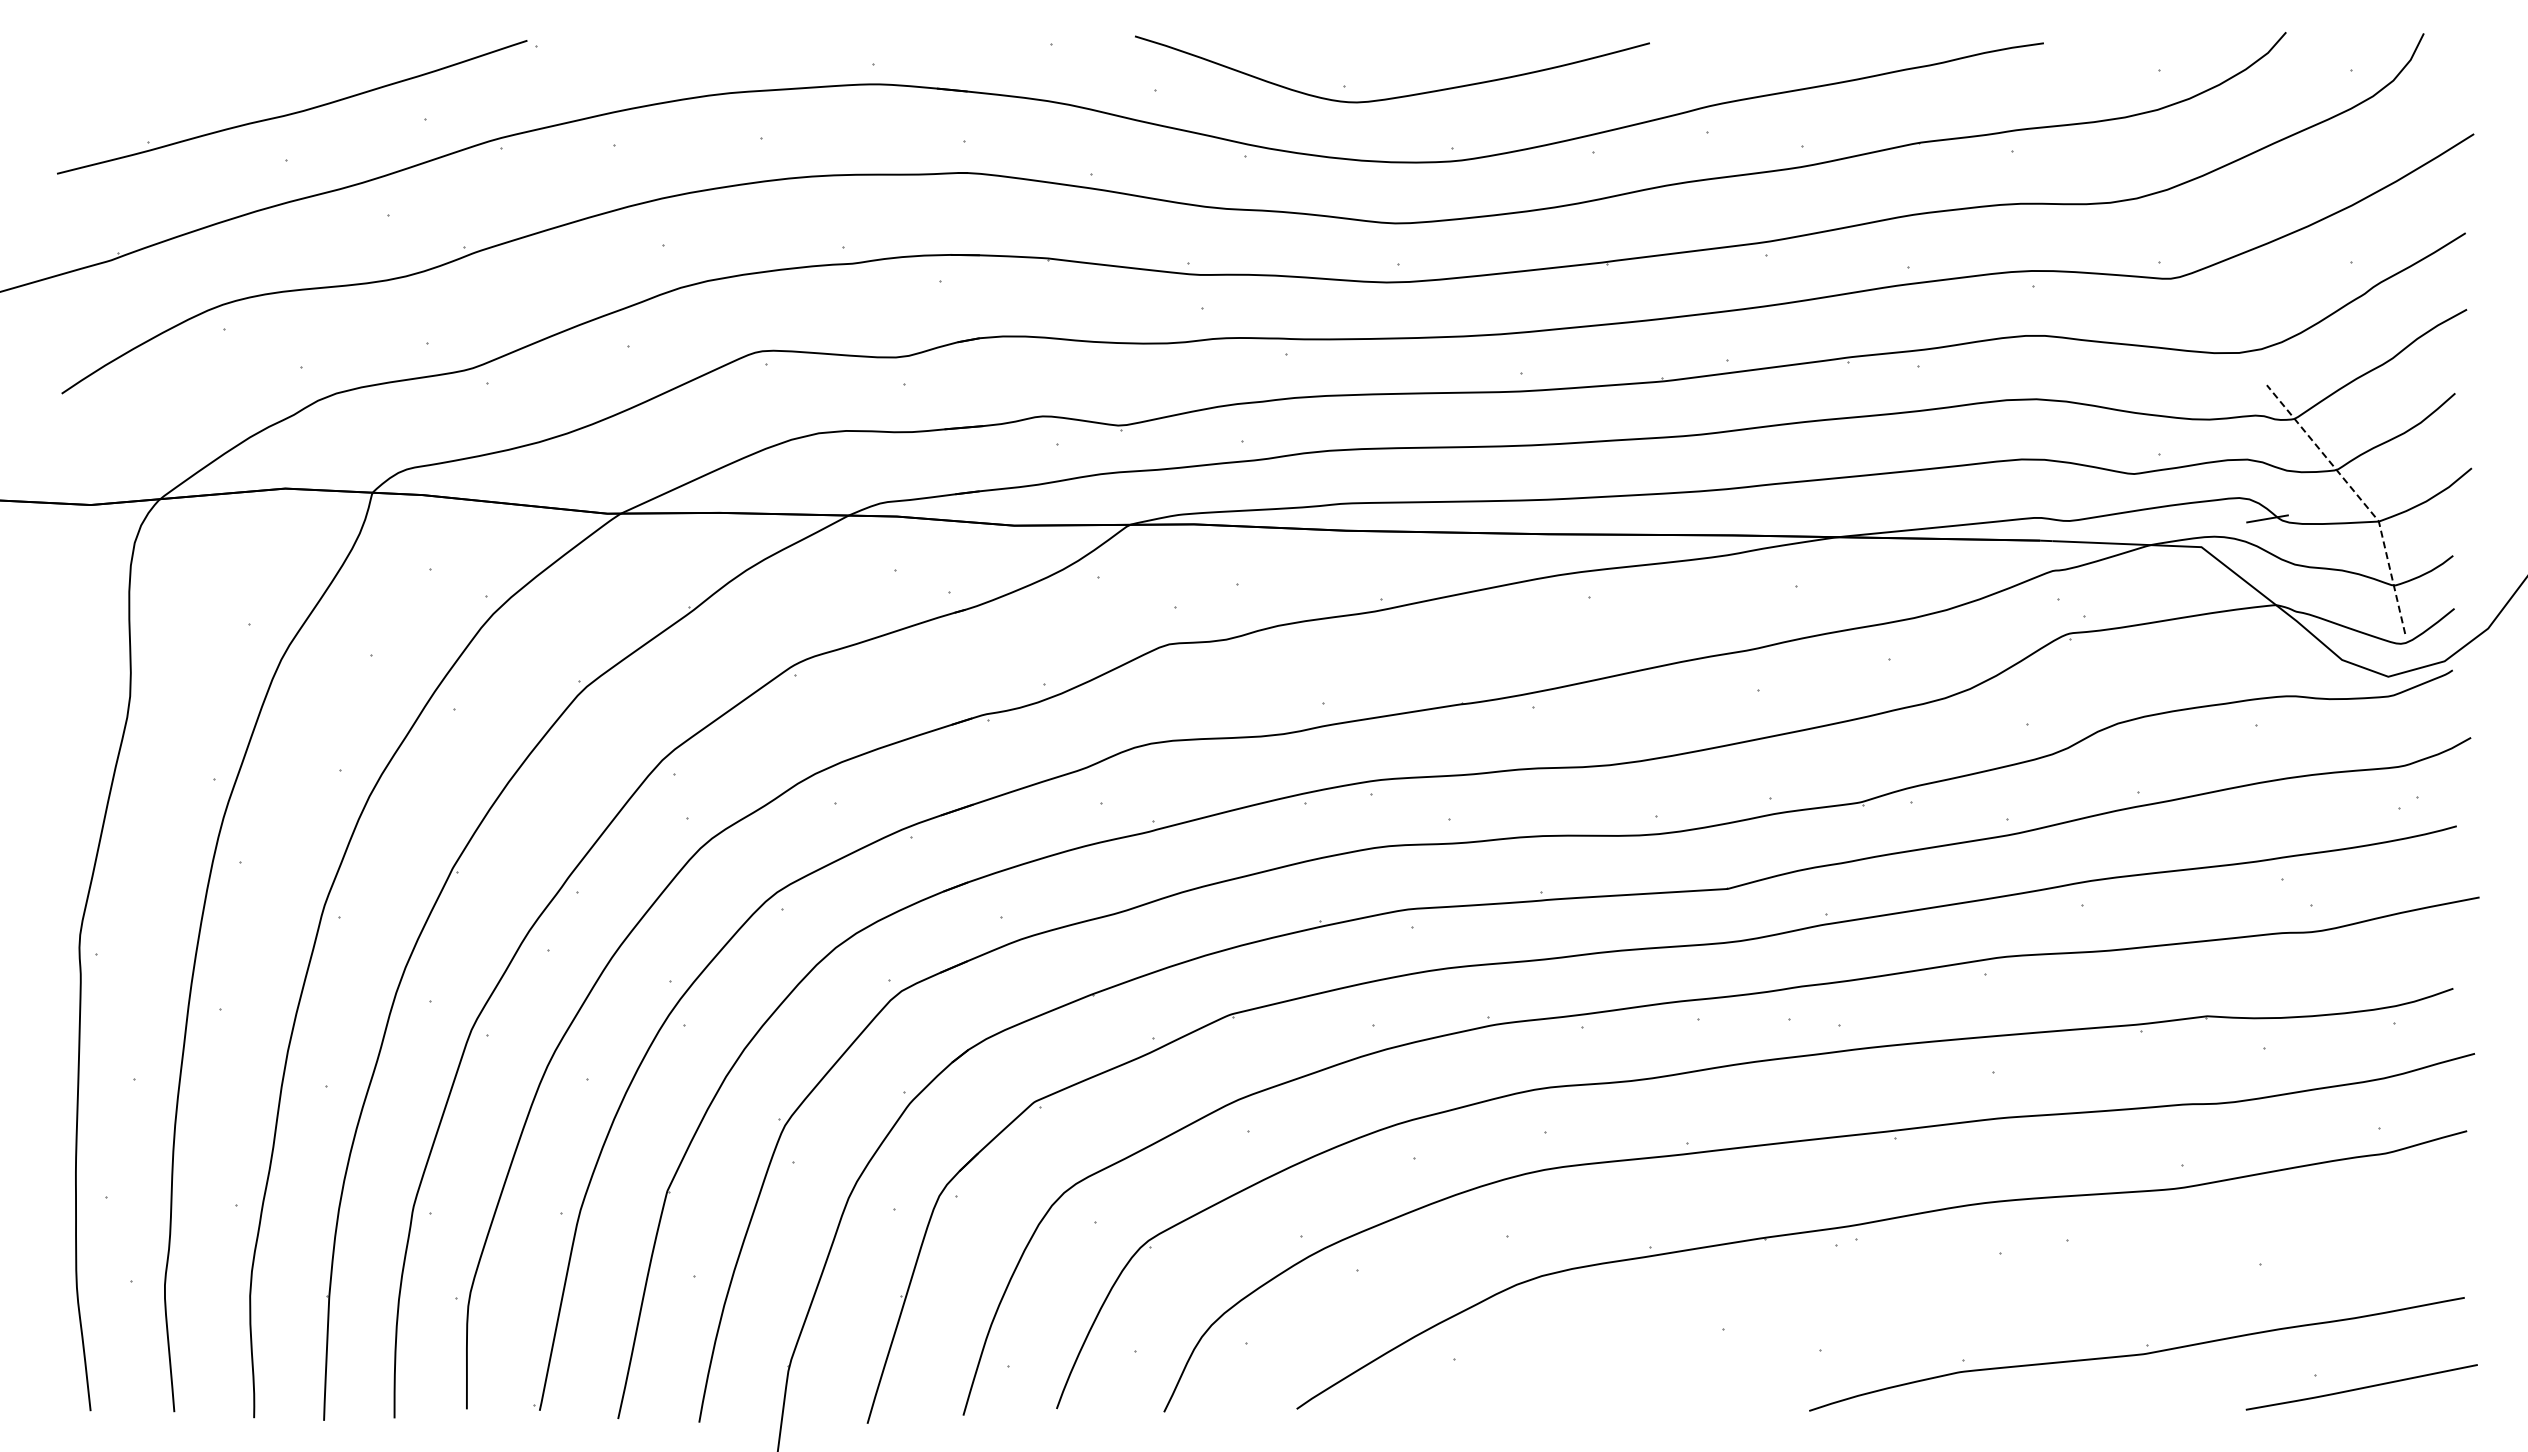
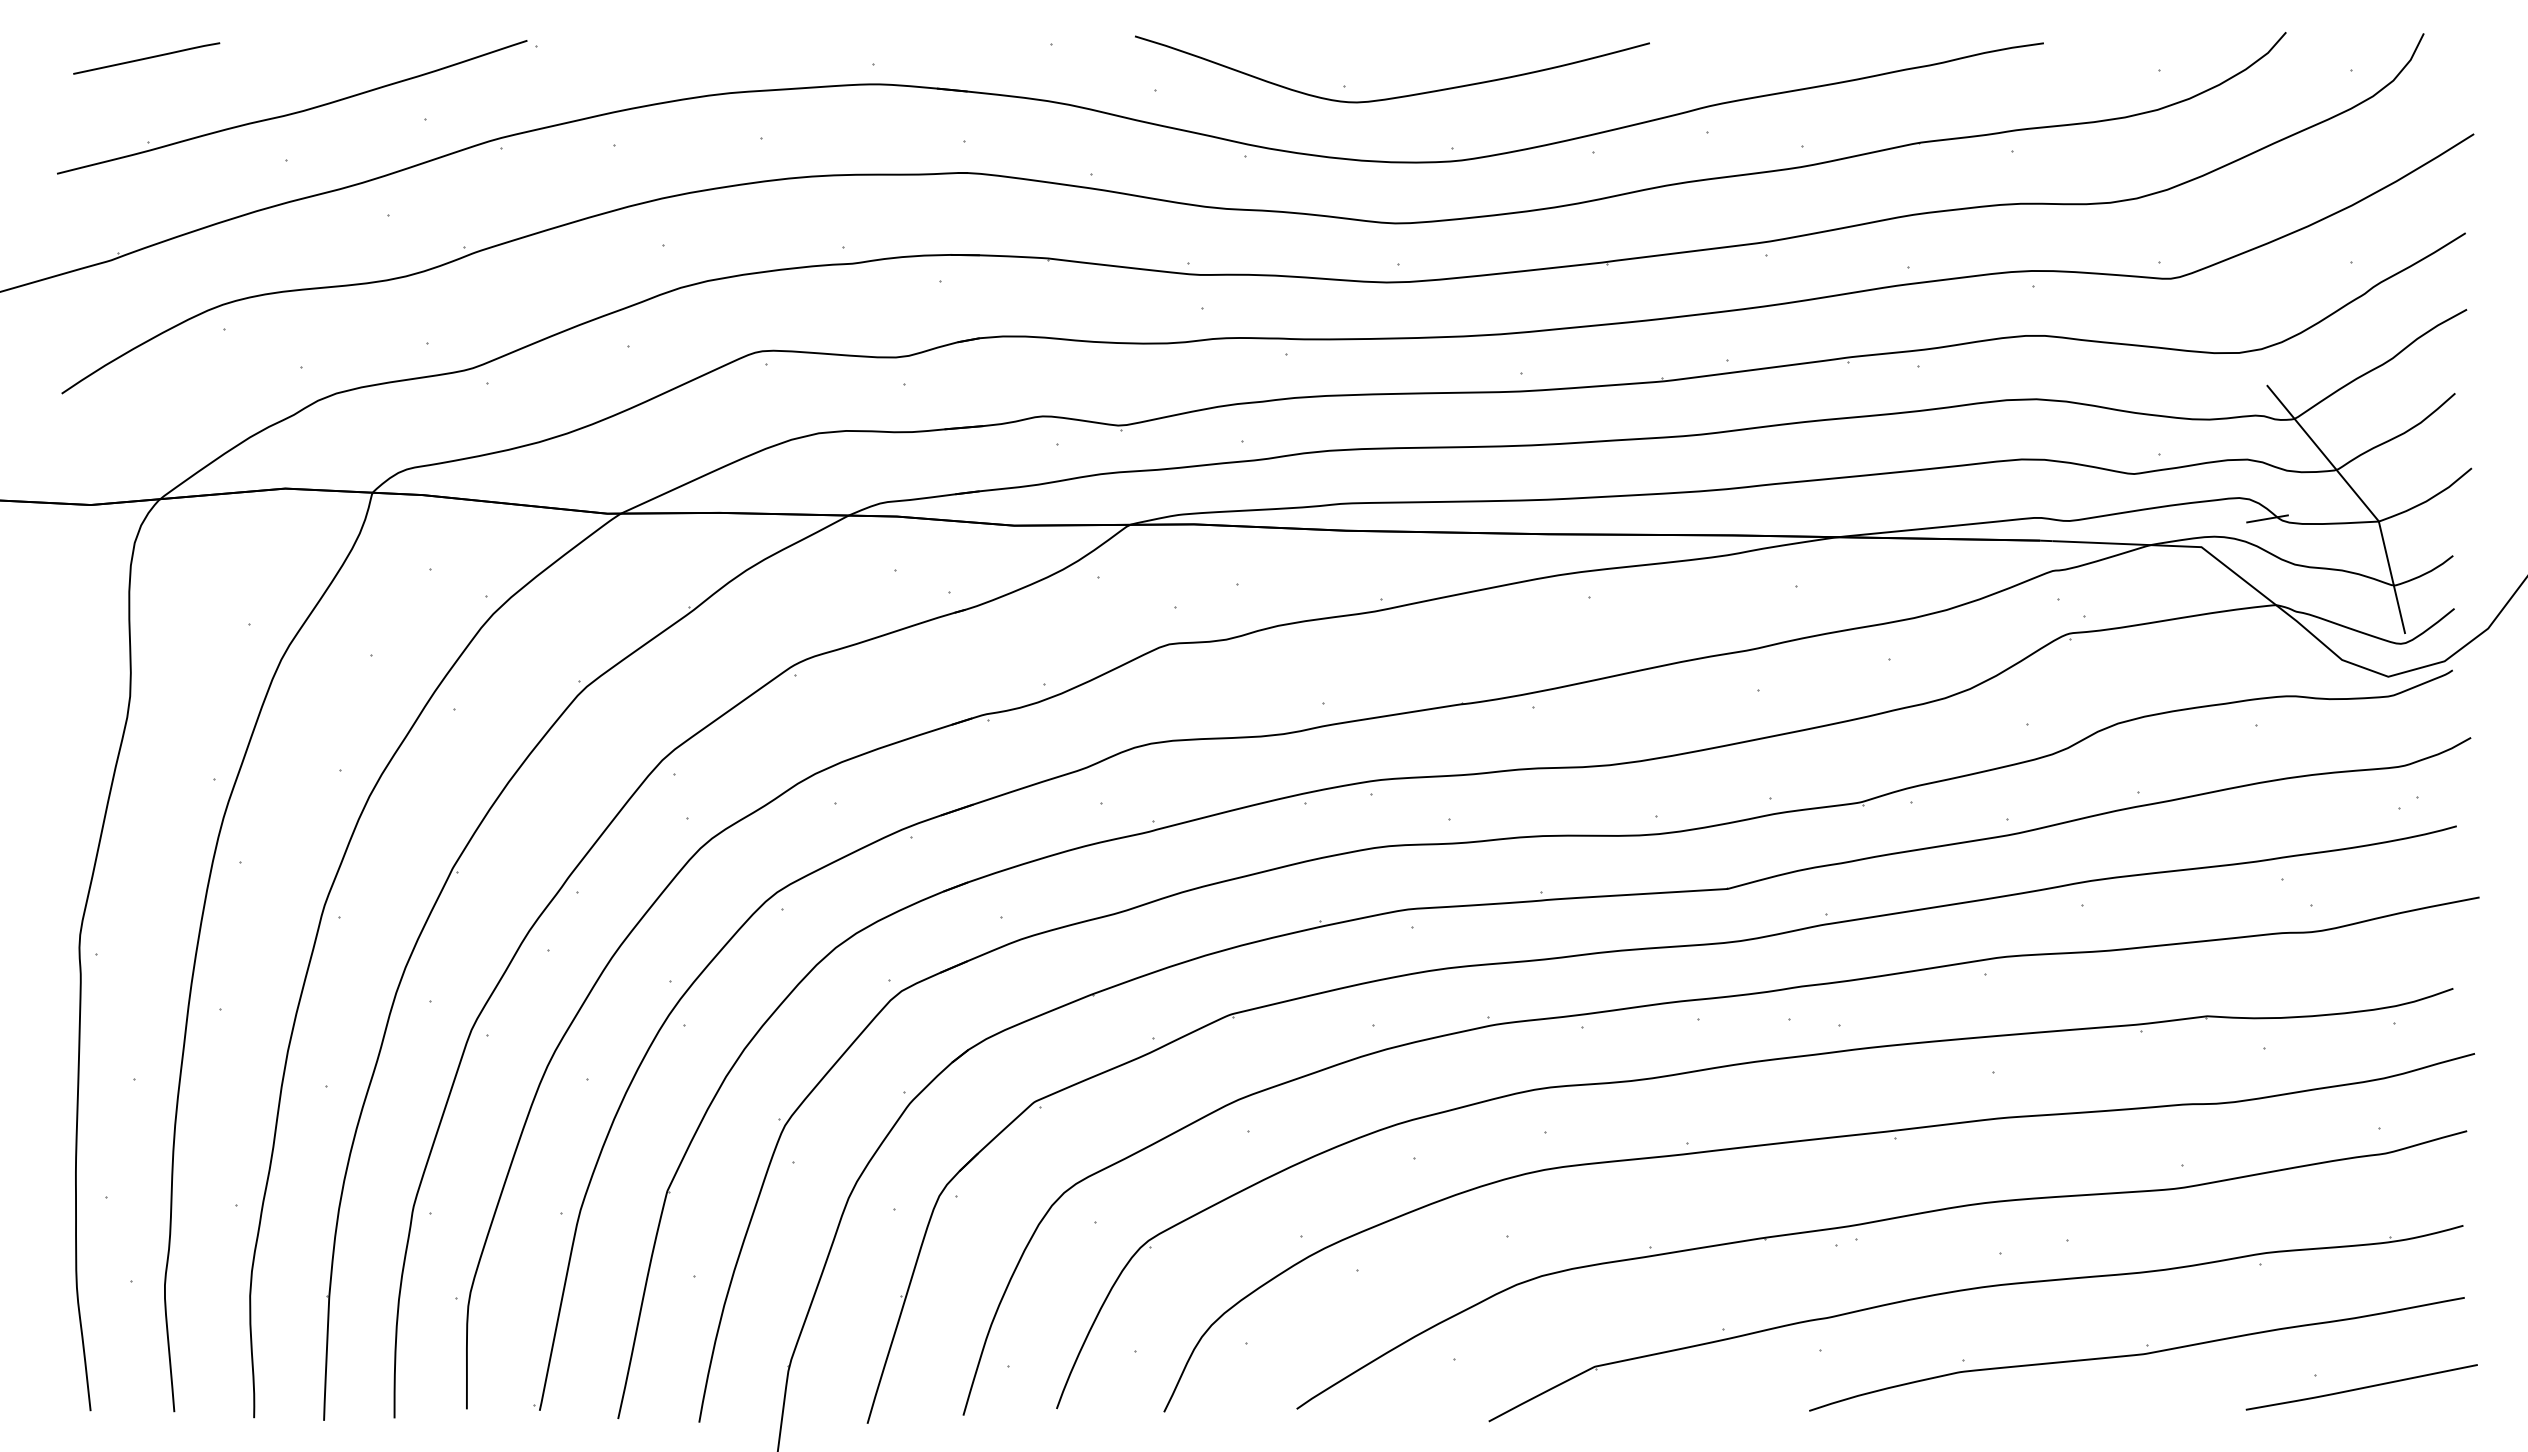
line at (146, 58): none -> present
line at (2359, 498): dashed -> solid
part at (1969, 1290): none -> present
